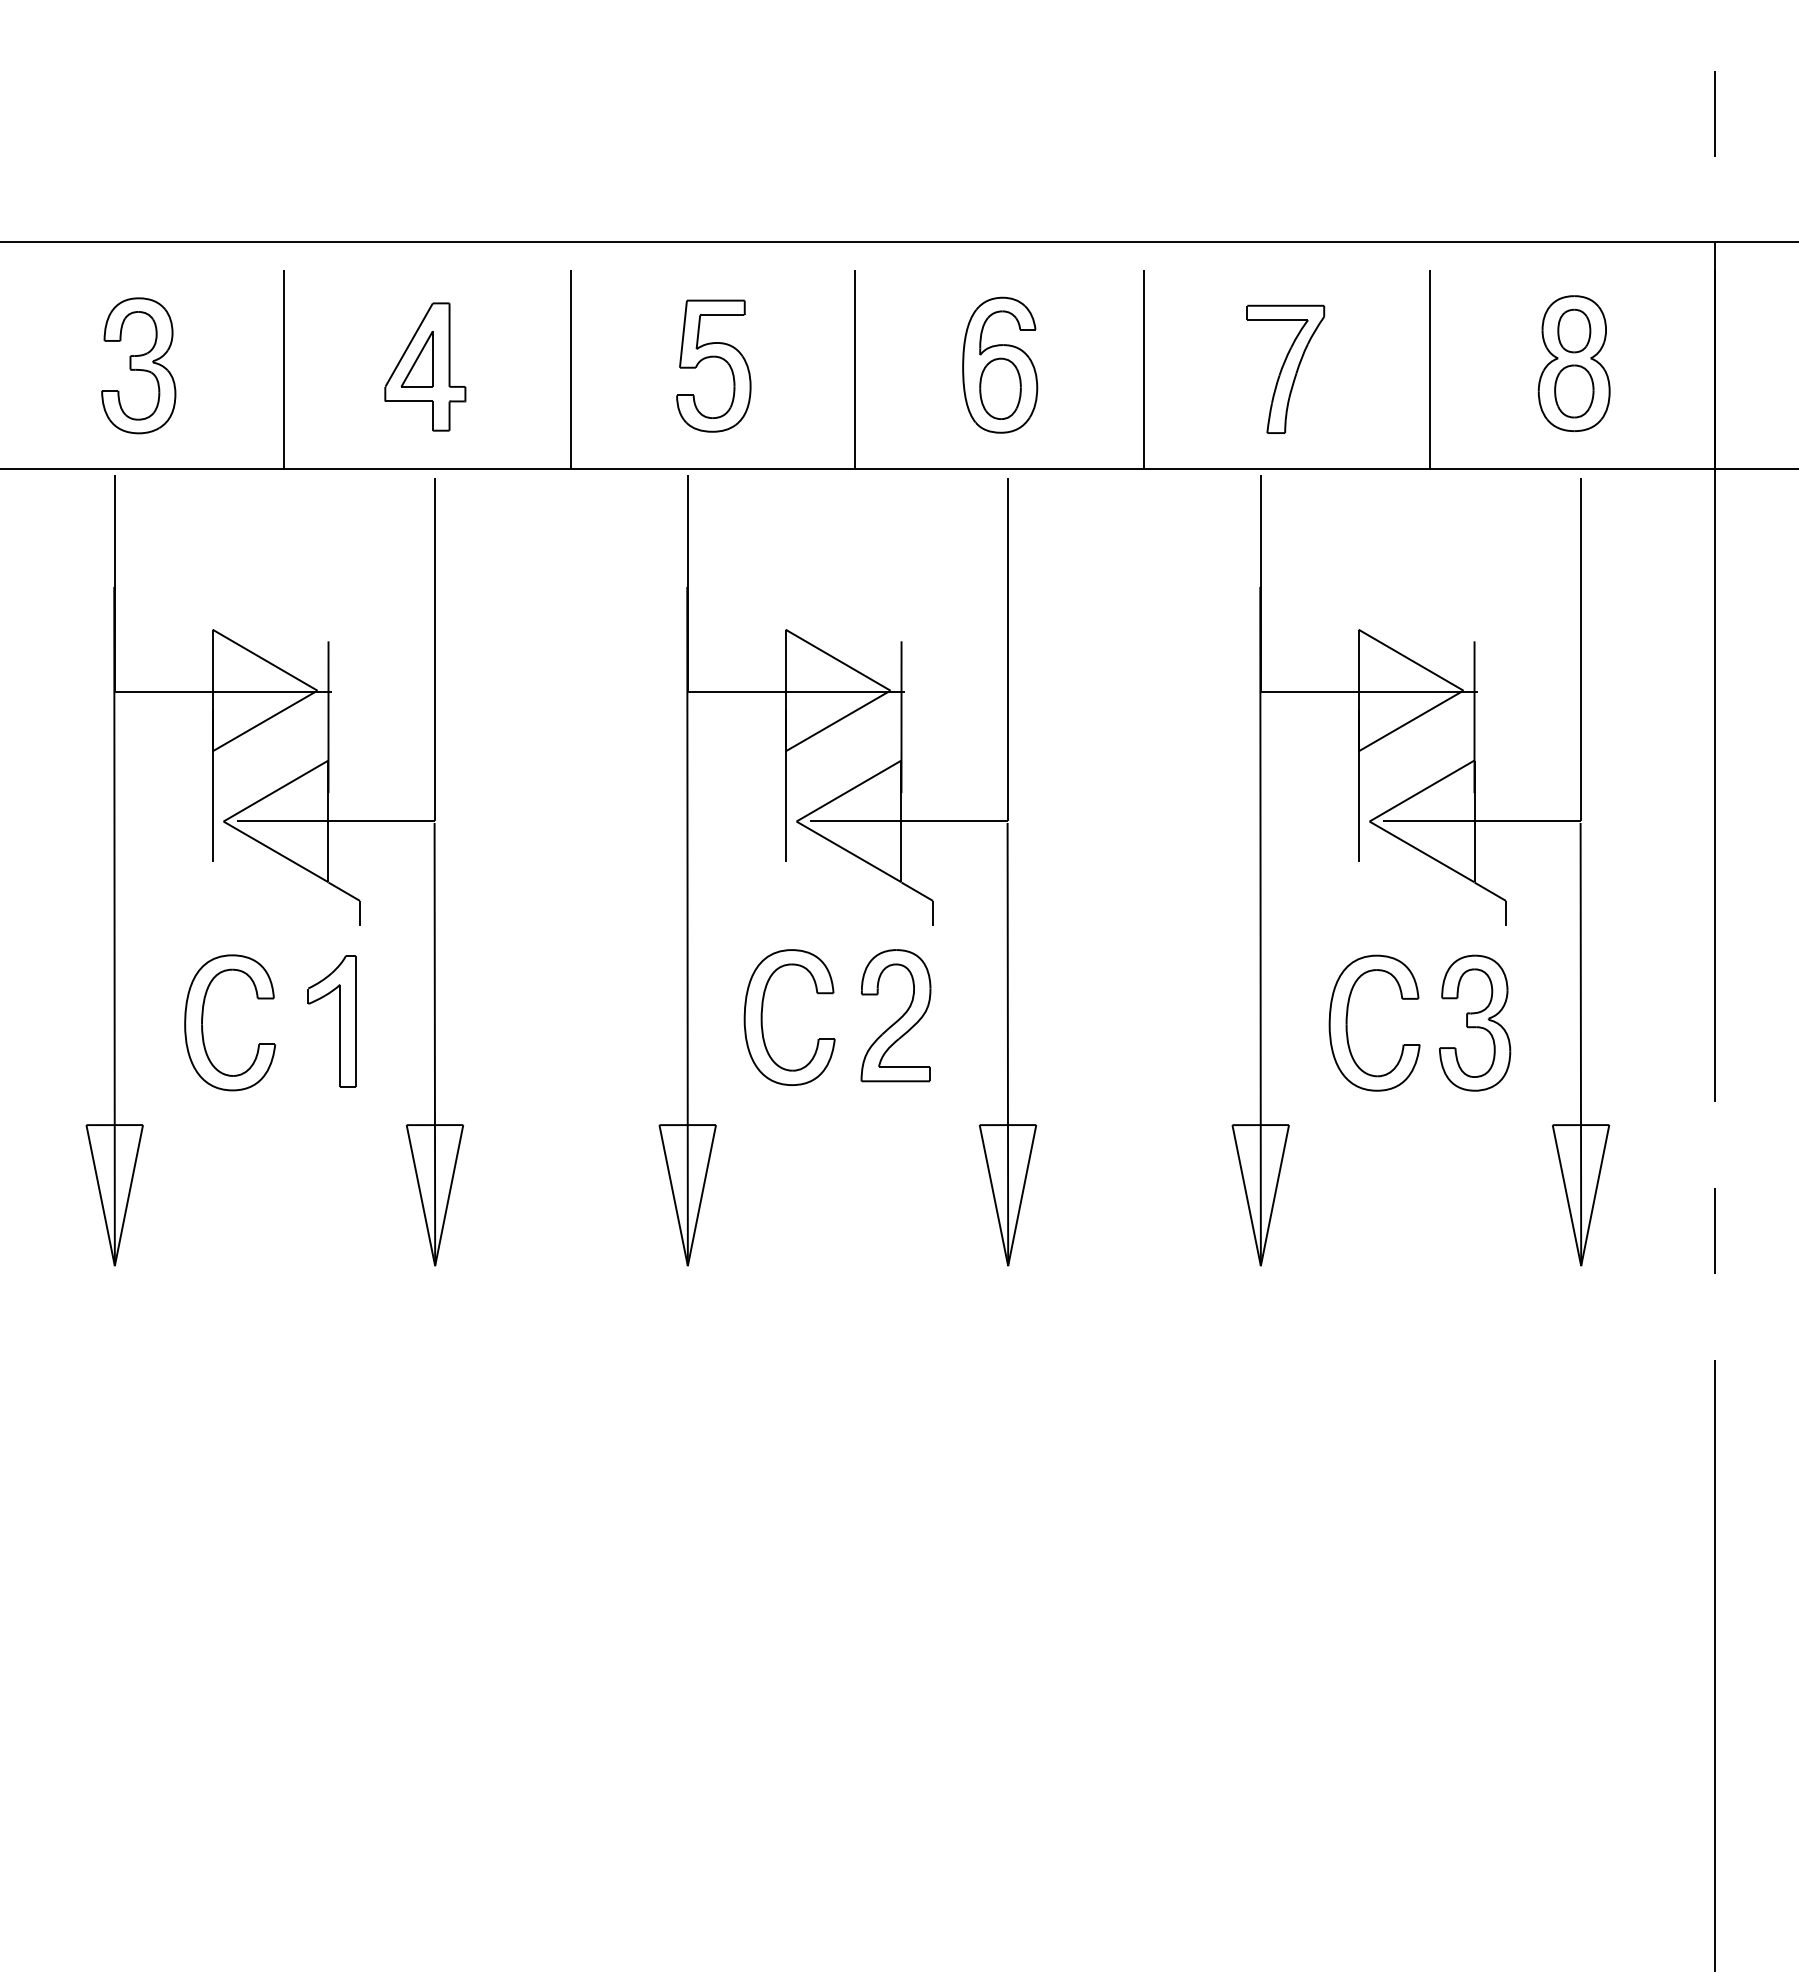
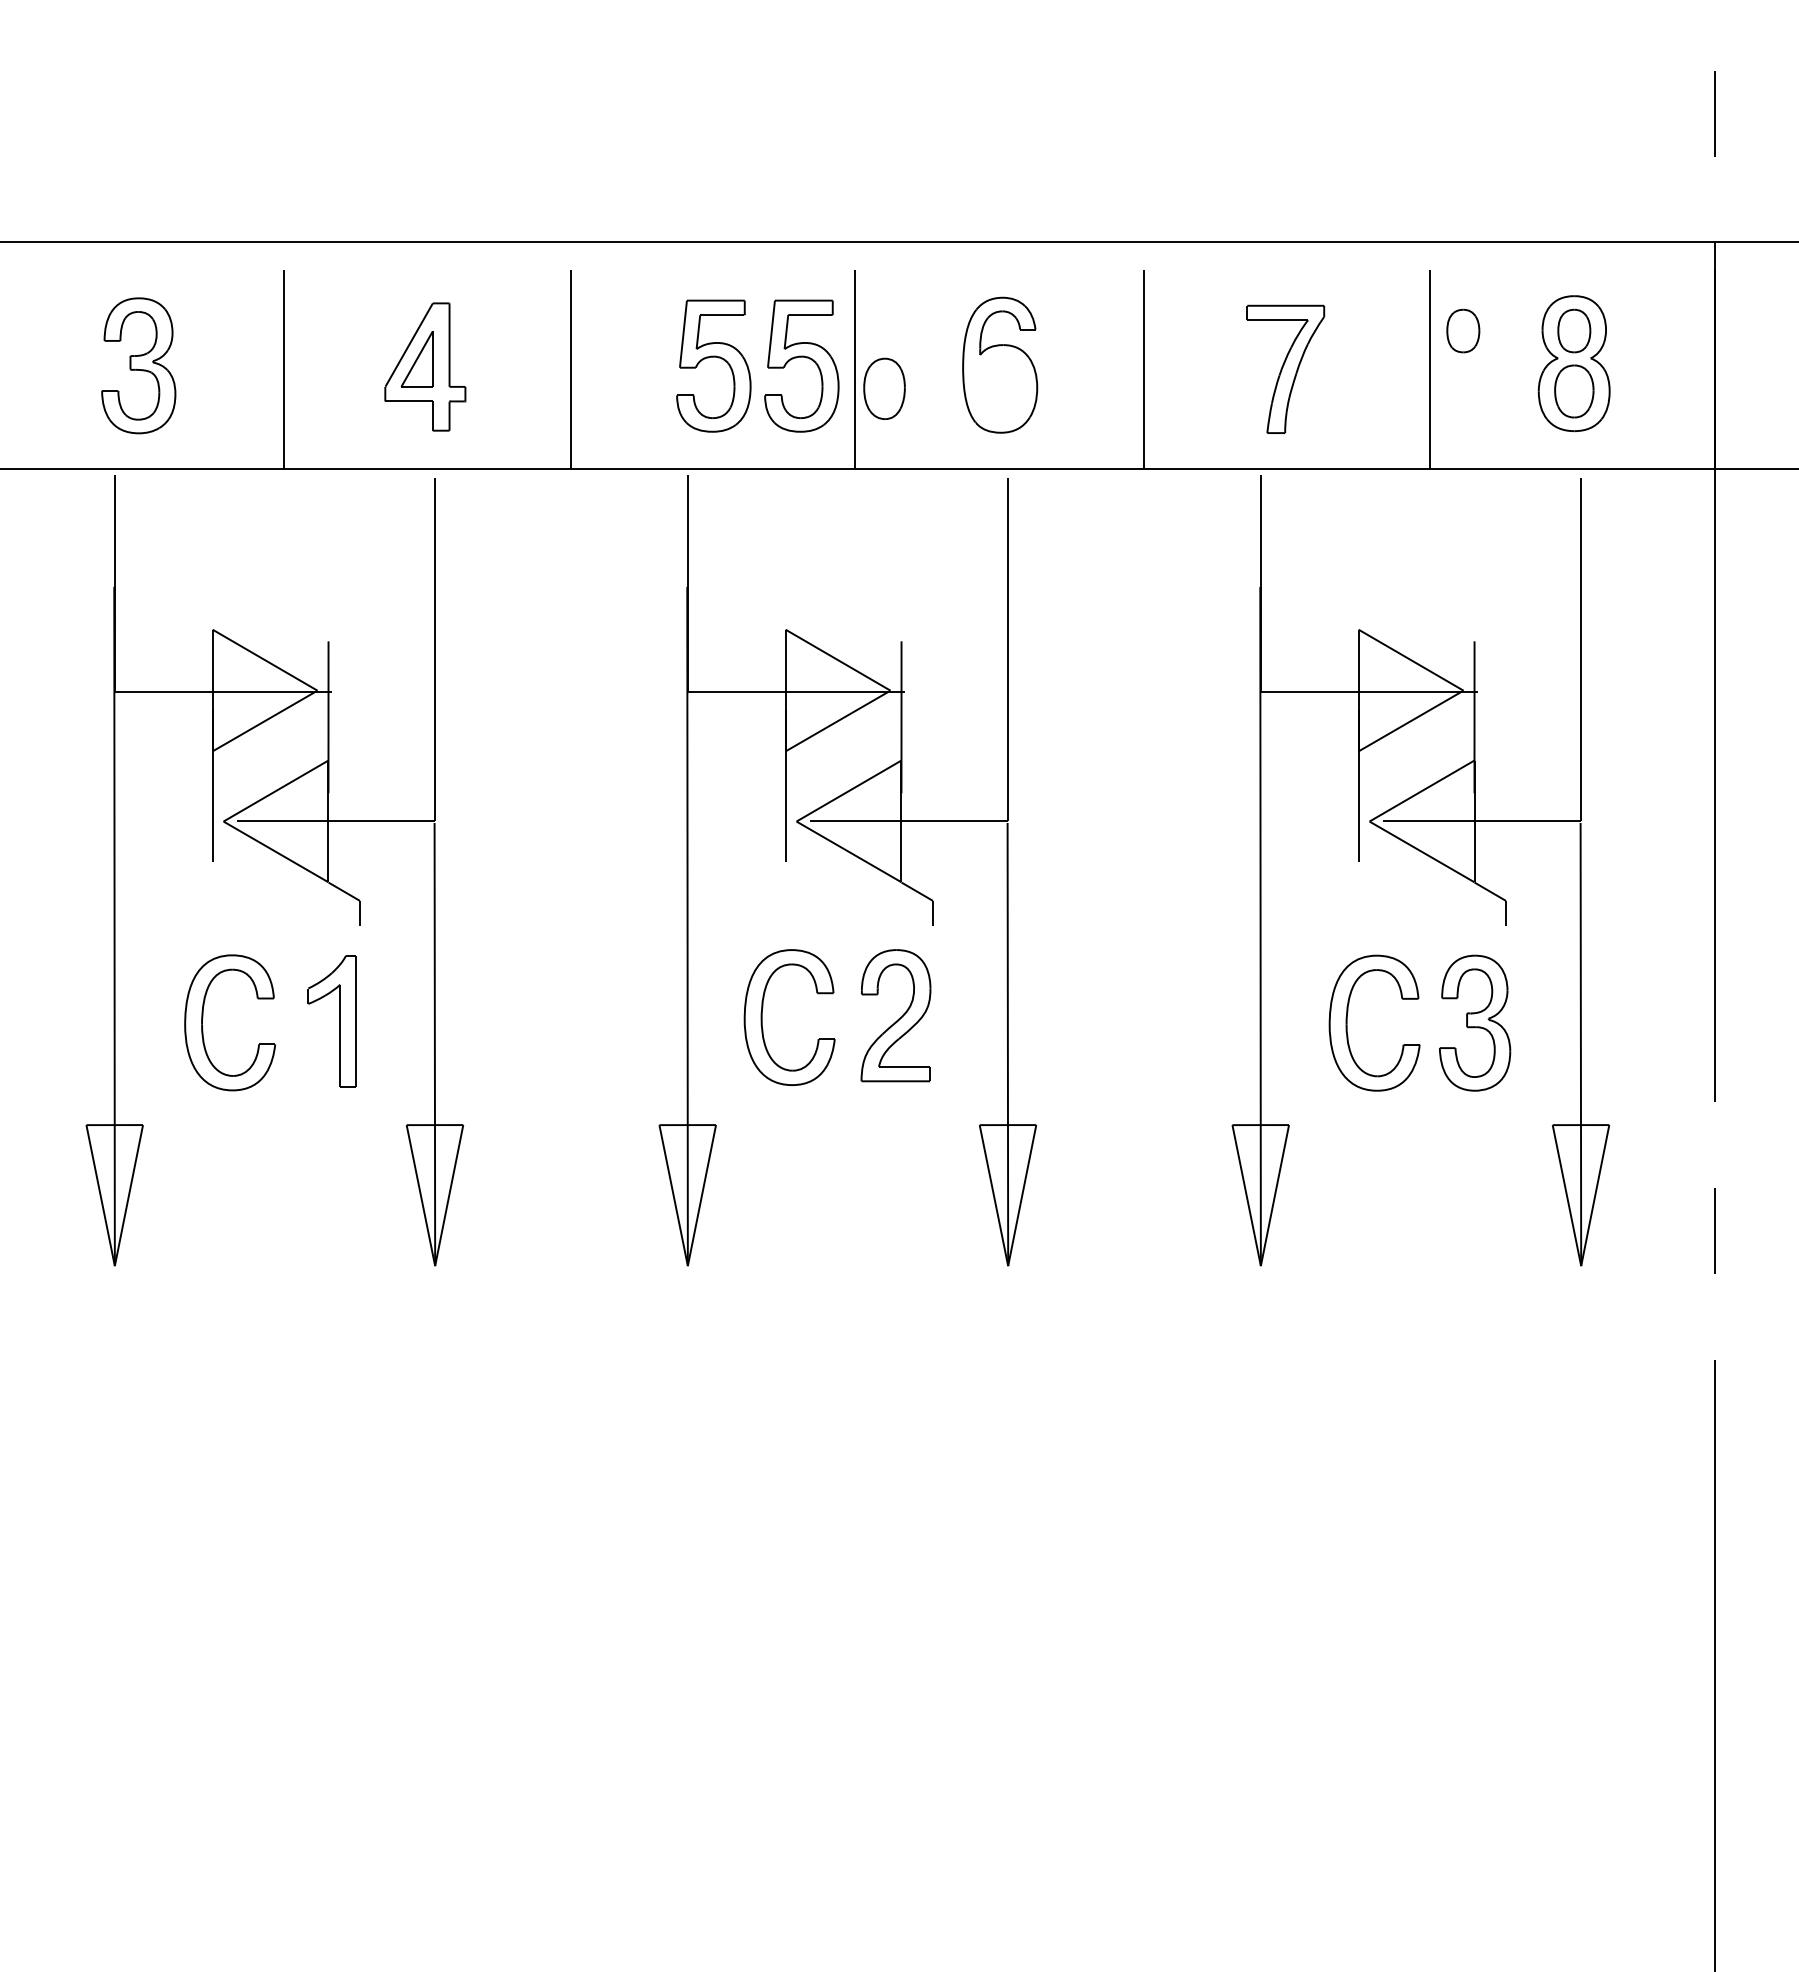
part at (1463, 330): none -> present
part at (801, 357): none -> present
part at (1000, 388) position: (1000, 388) -> (884, 388)
